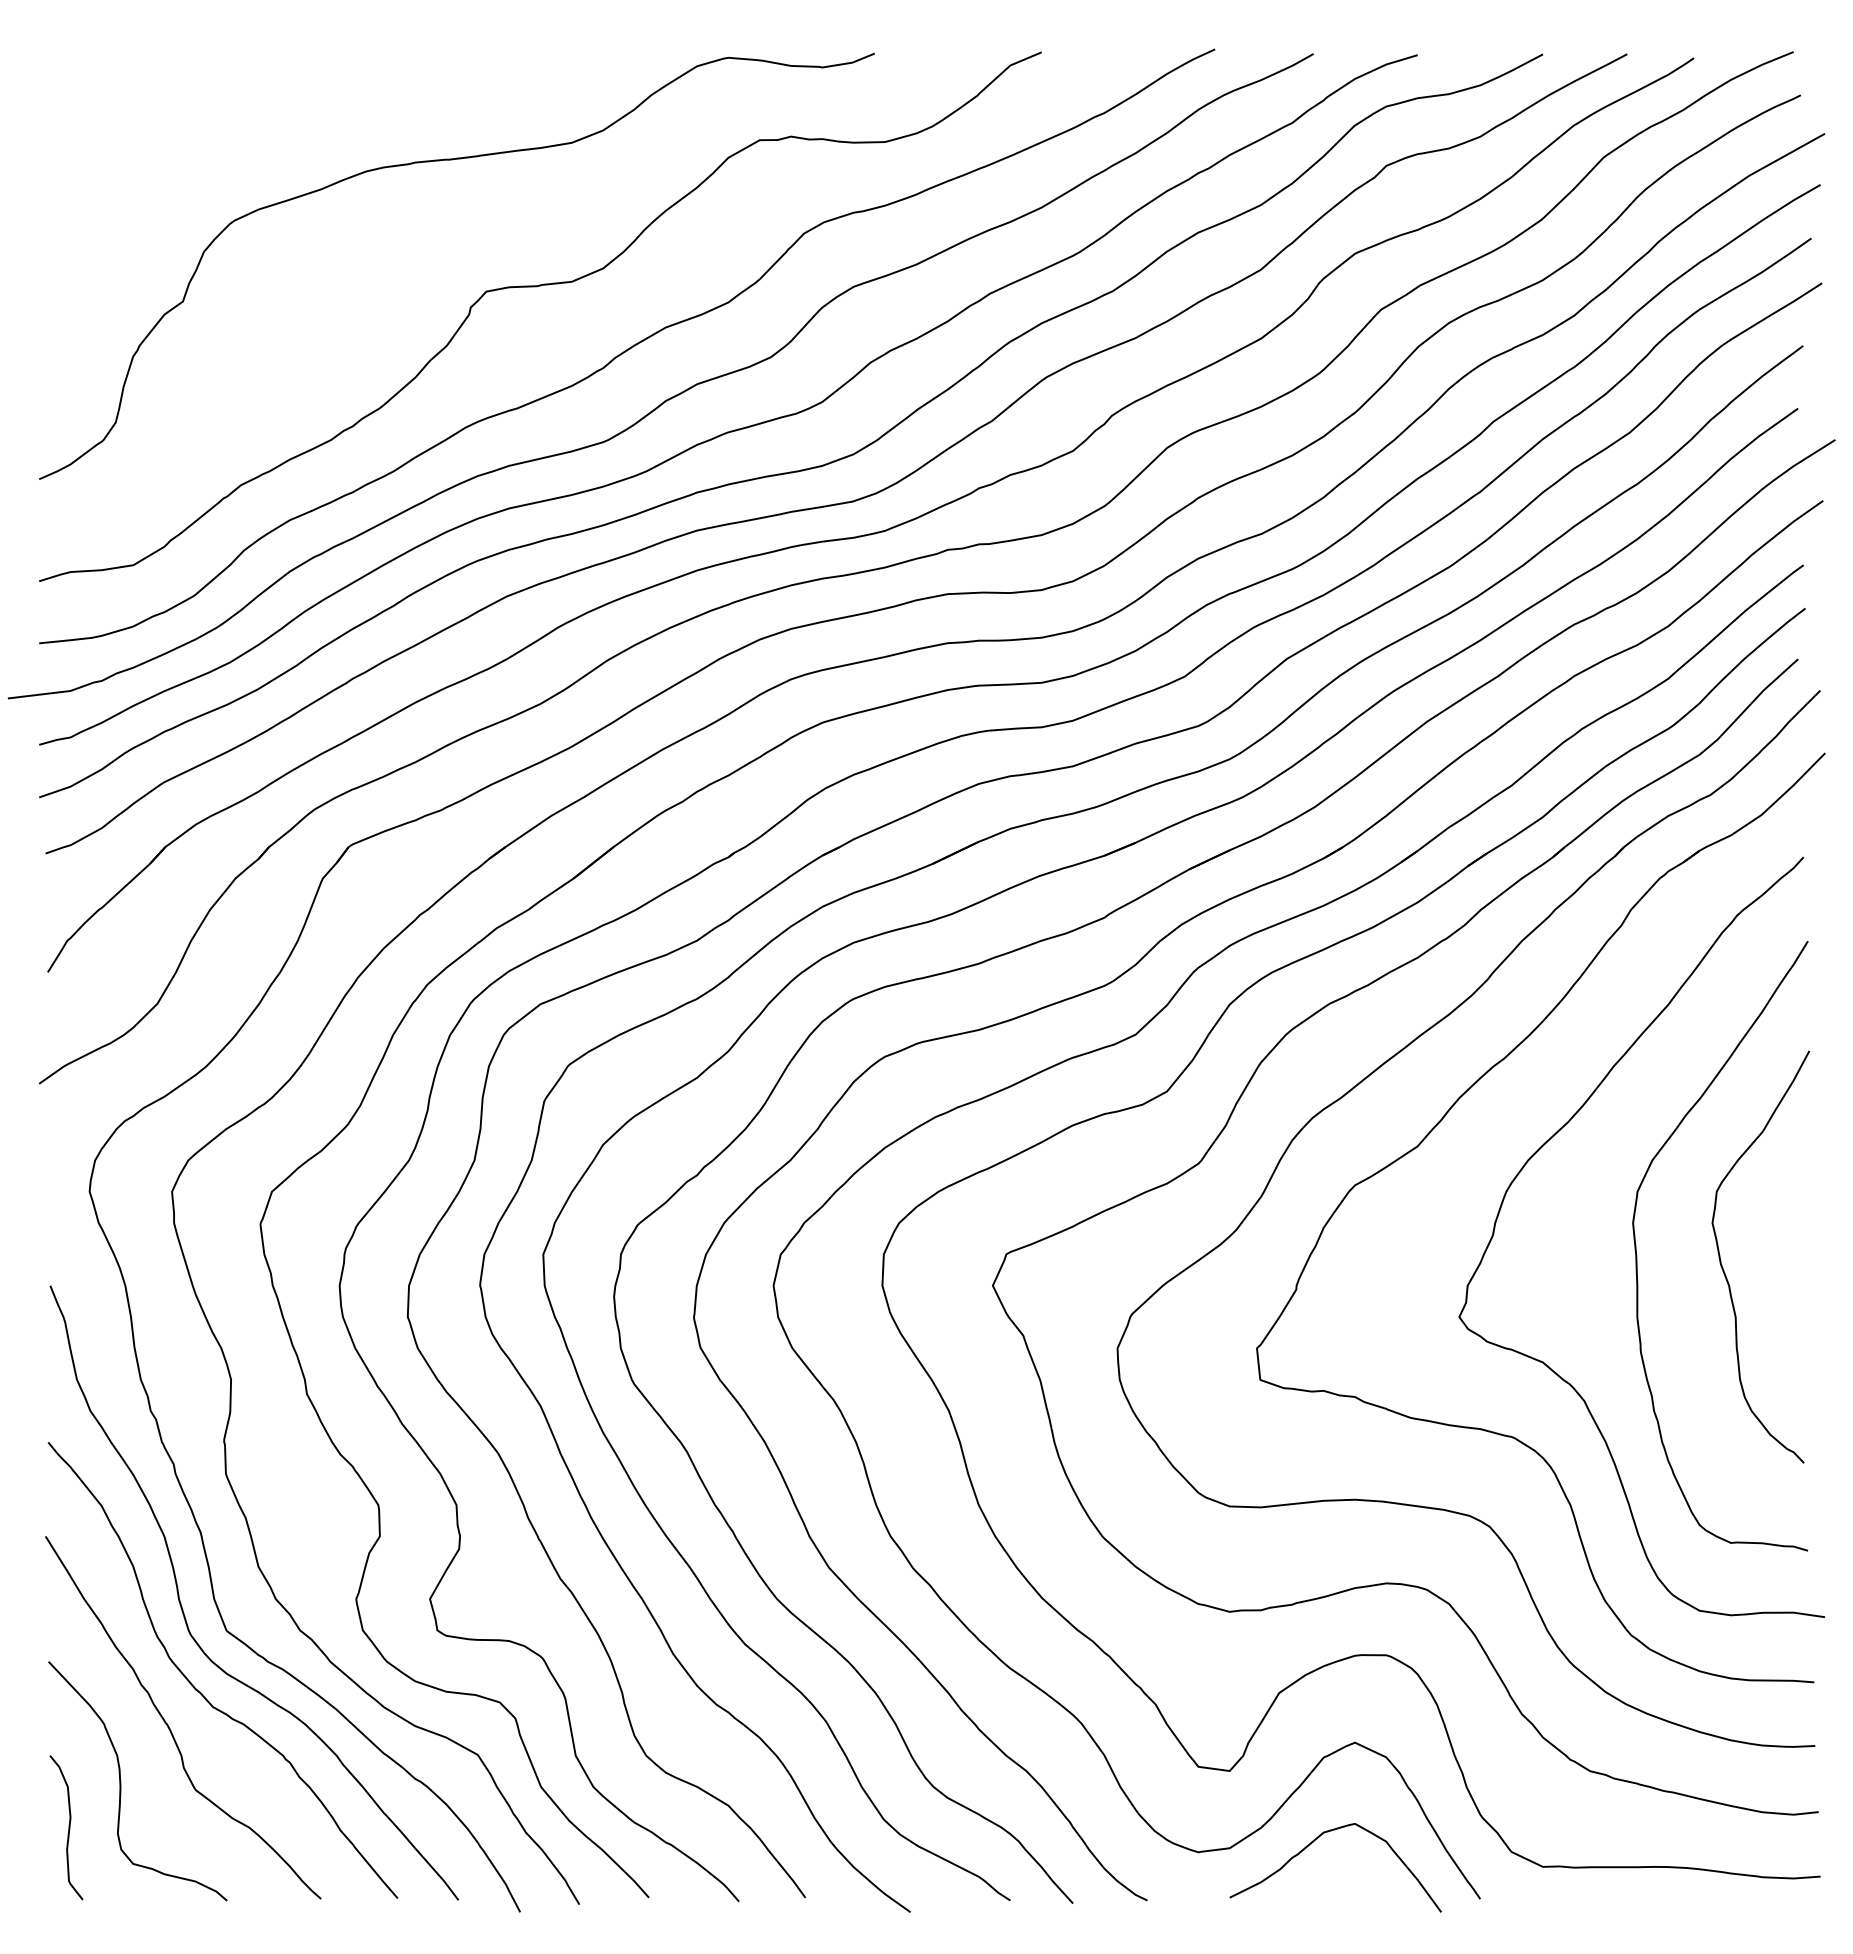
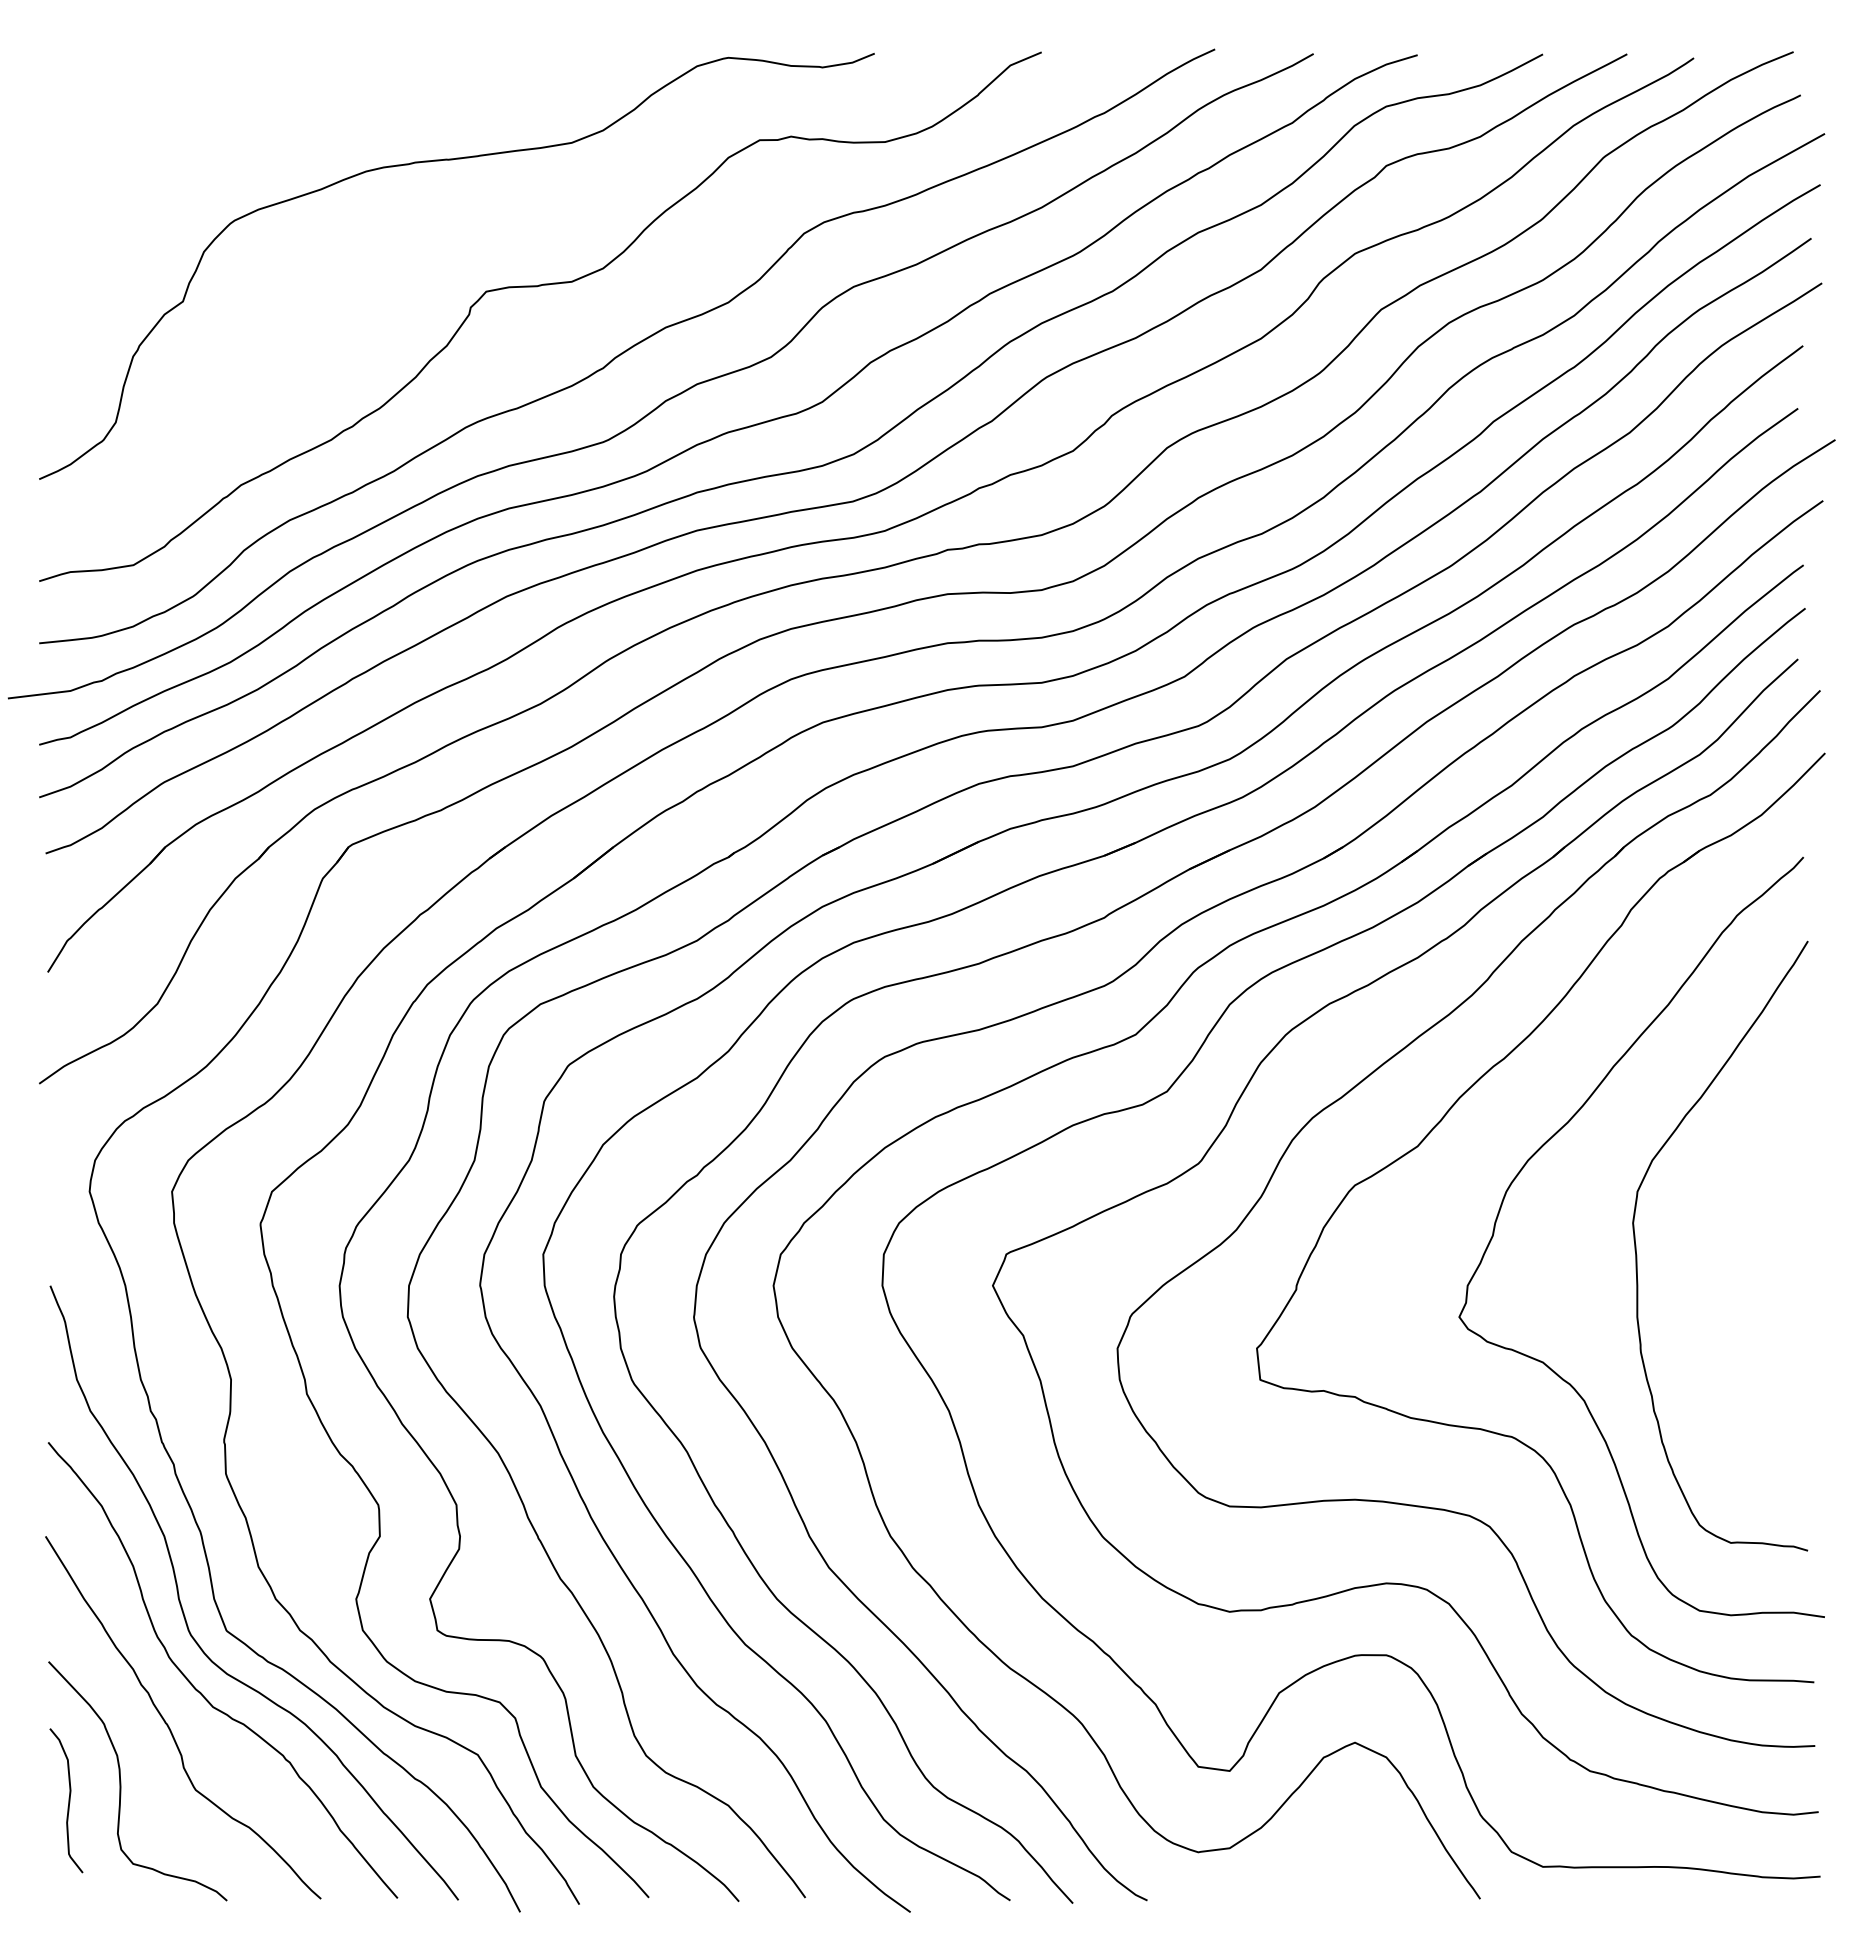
curve at (1723, 1267): present -> none
curve at (68, 1827) position: (68, 1827) -> (68, 1800)
curve at (1312, 1843): present -> none
